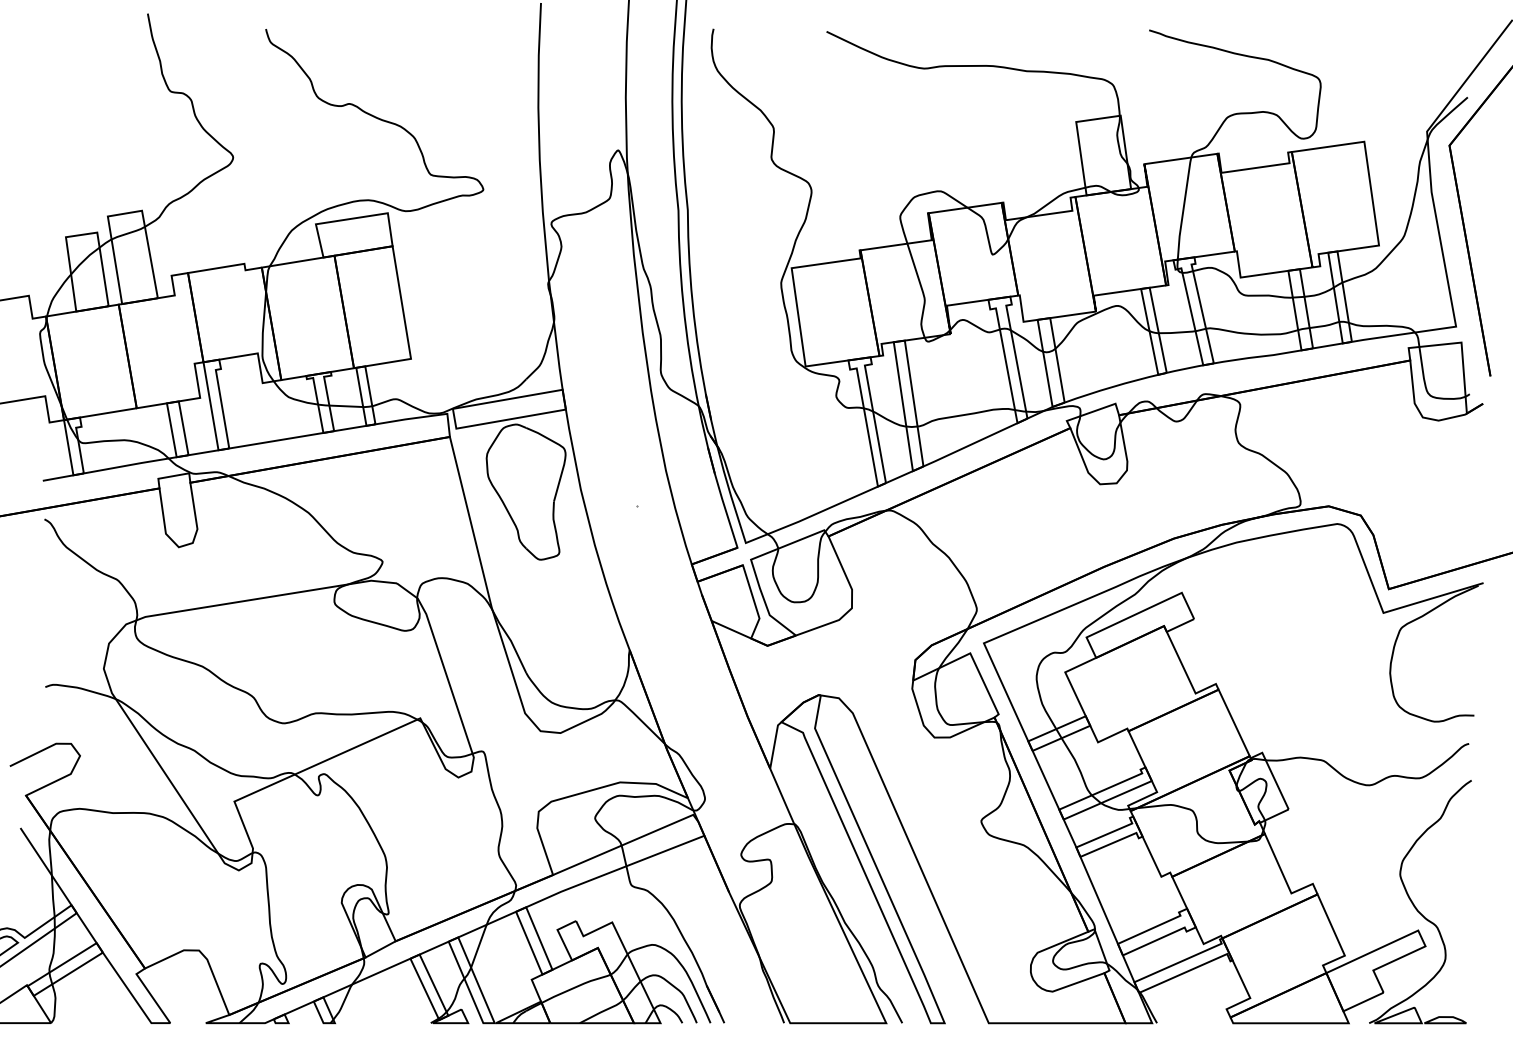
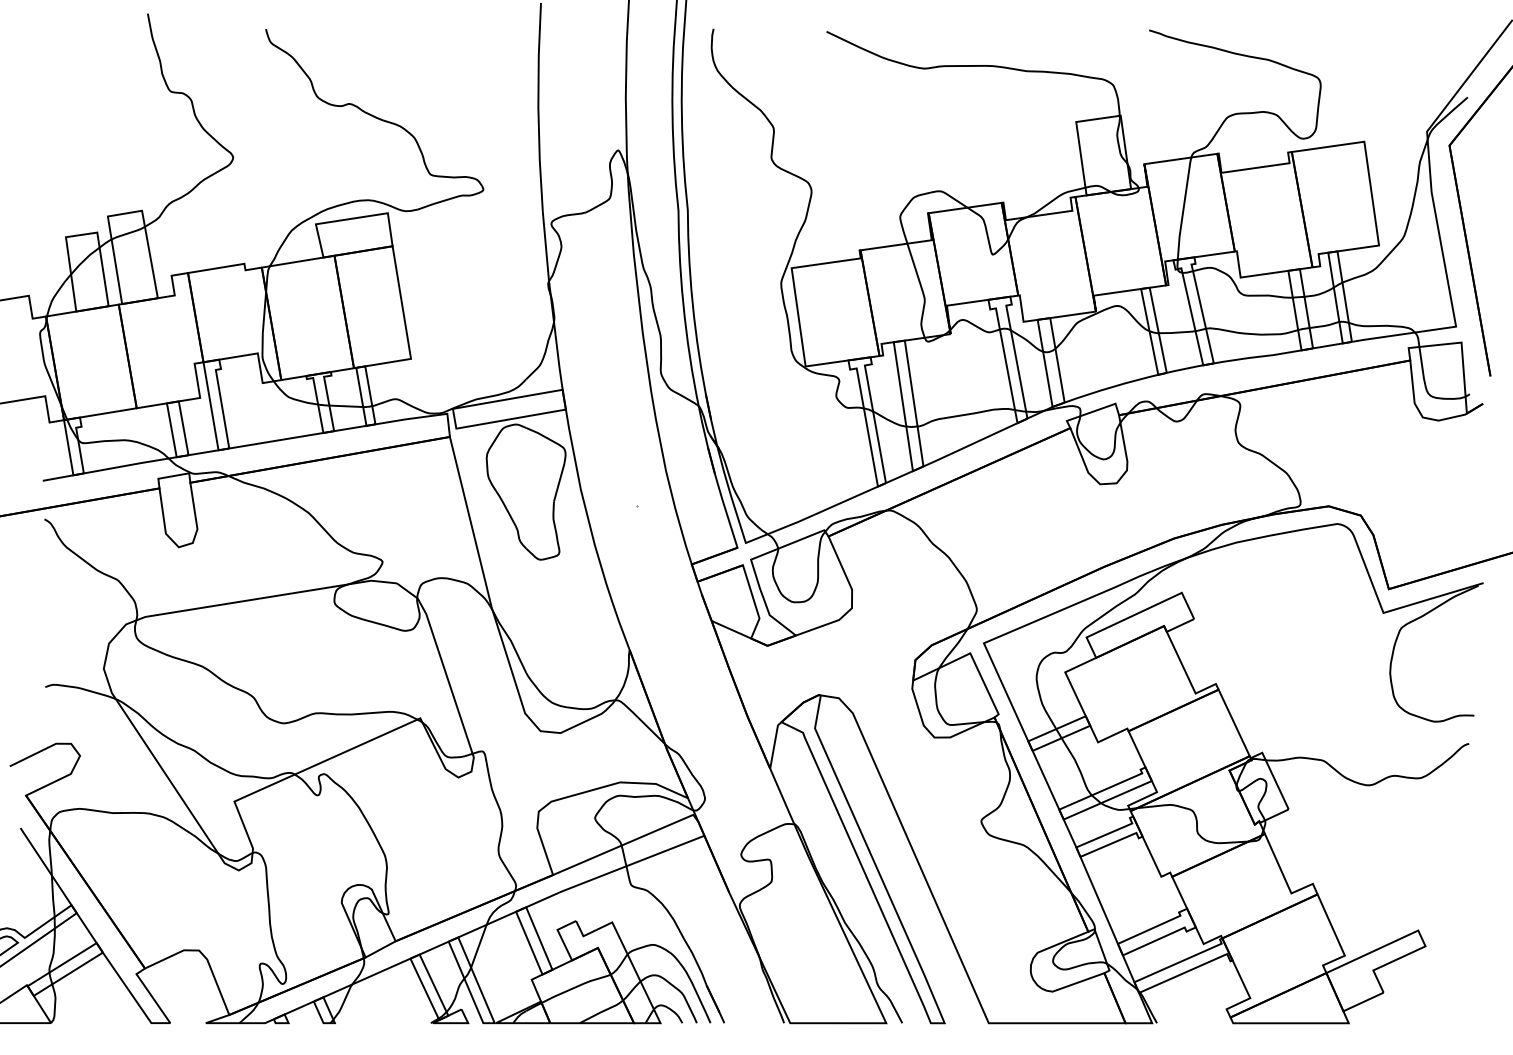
part at (1420, 902): present -> none
